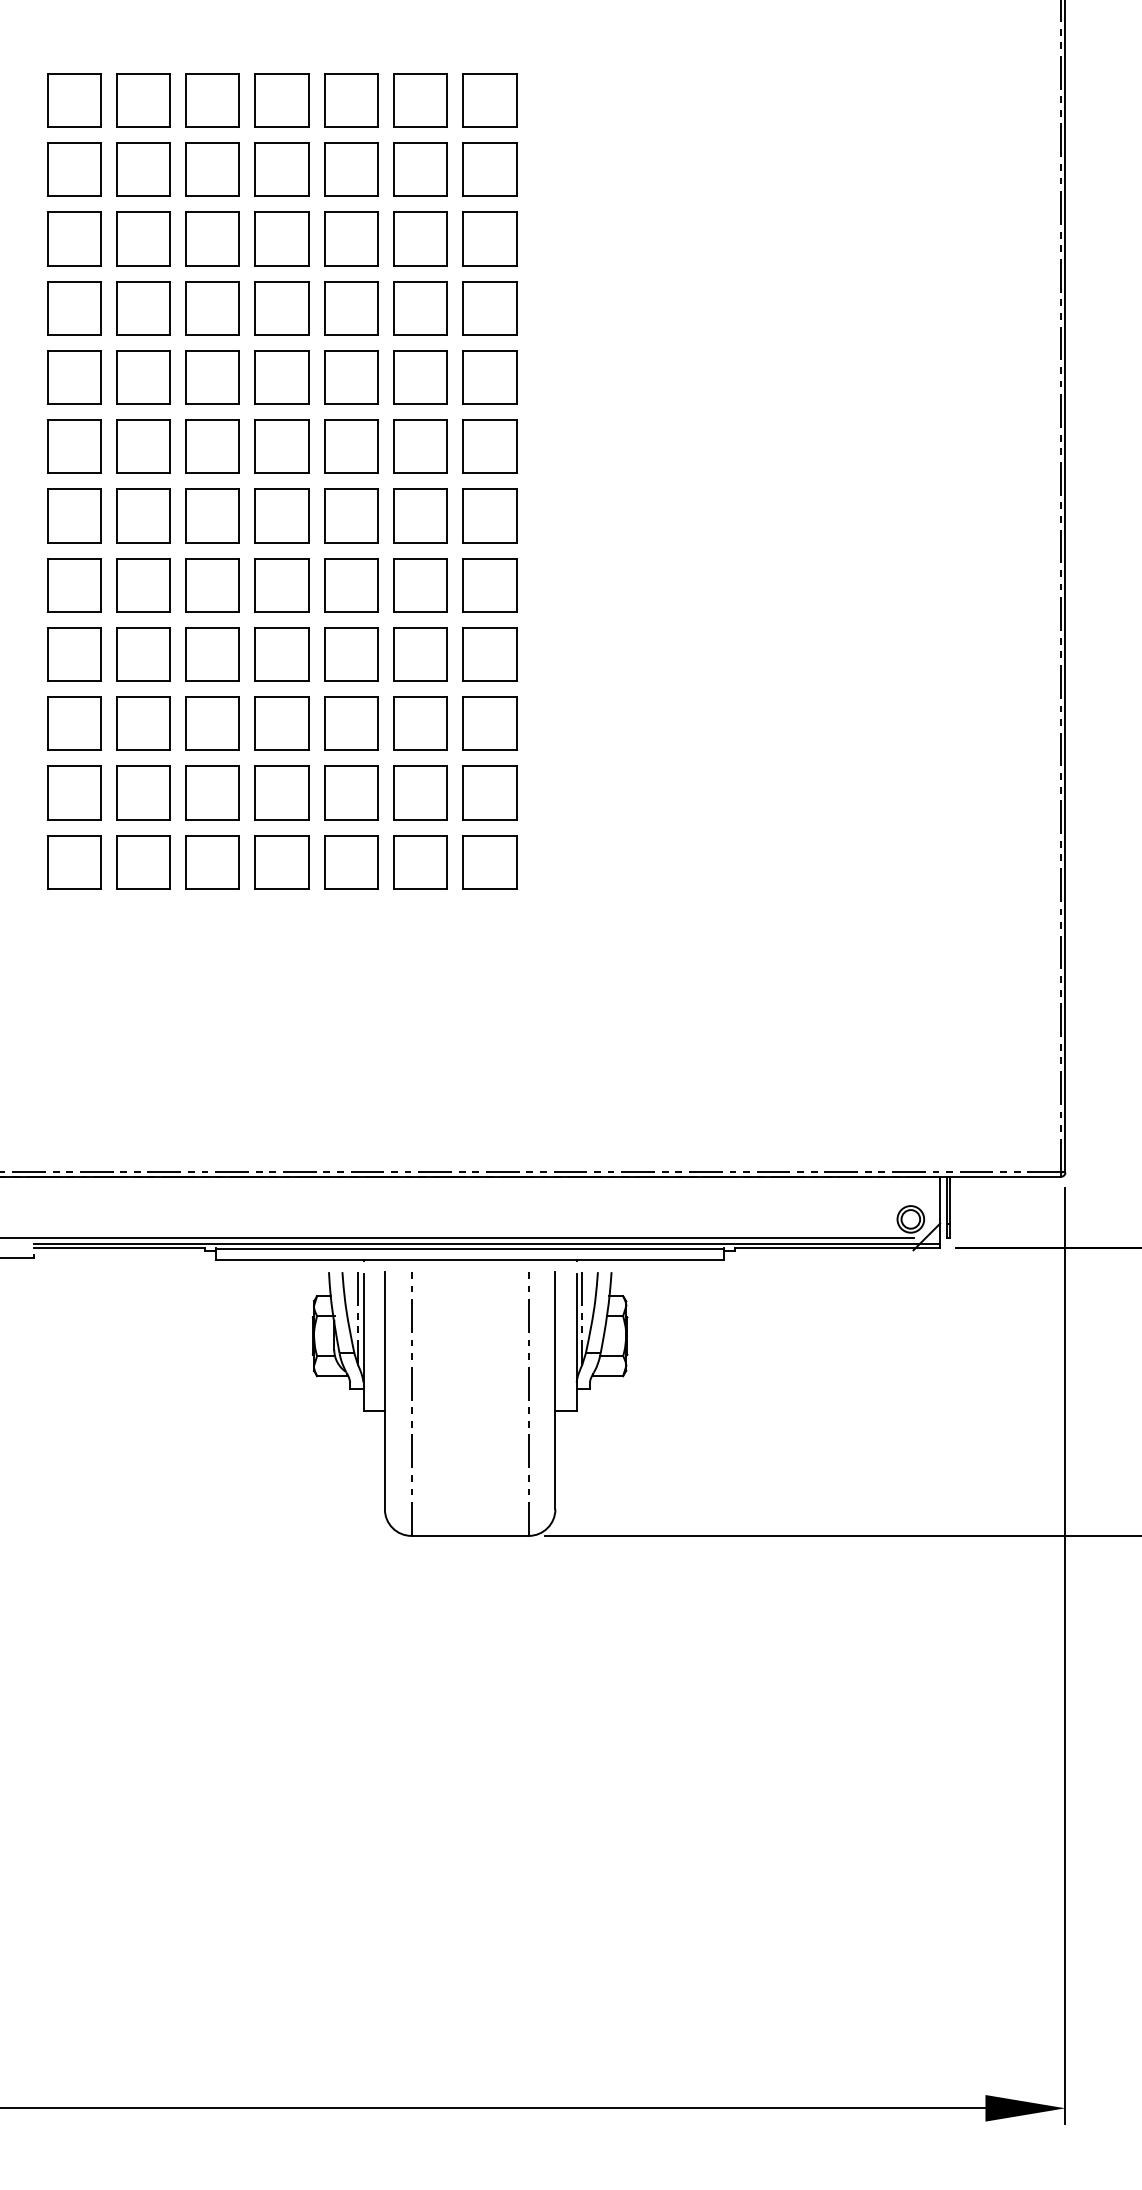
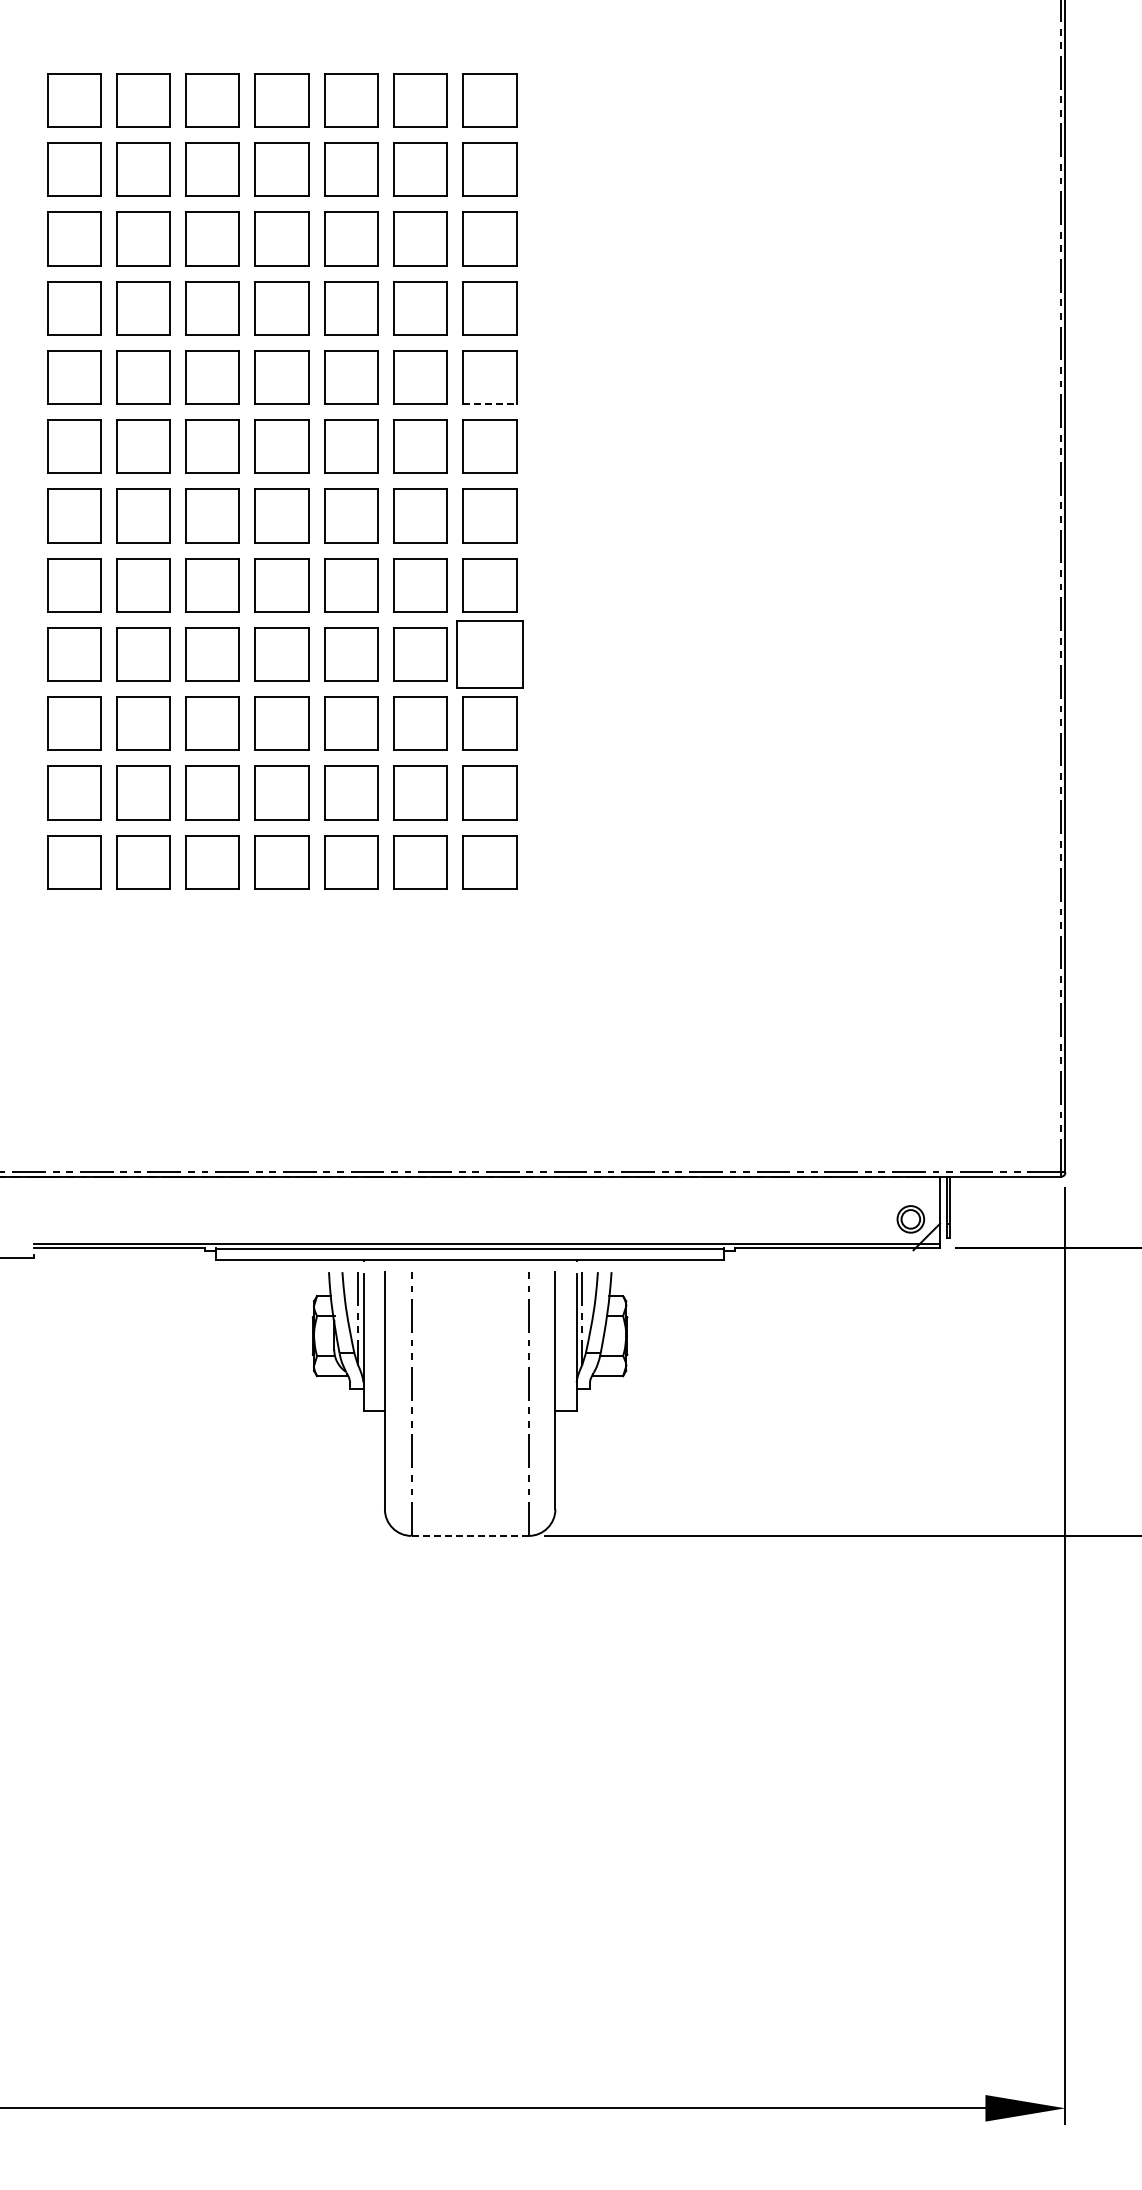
line at (489, 404): solid -> dashed
part at (489, 654) size: 56x55 px -> 68x69 px
line at (457, 1237): present -> none
line at (470, 1535): solid -> dashed
